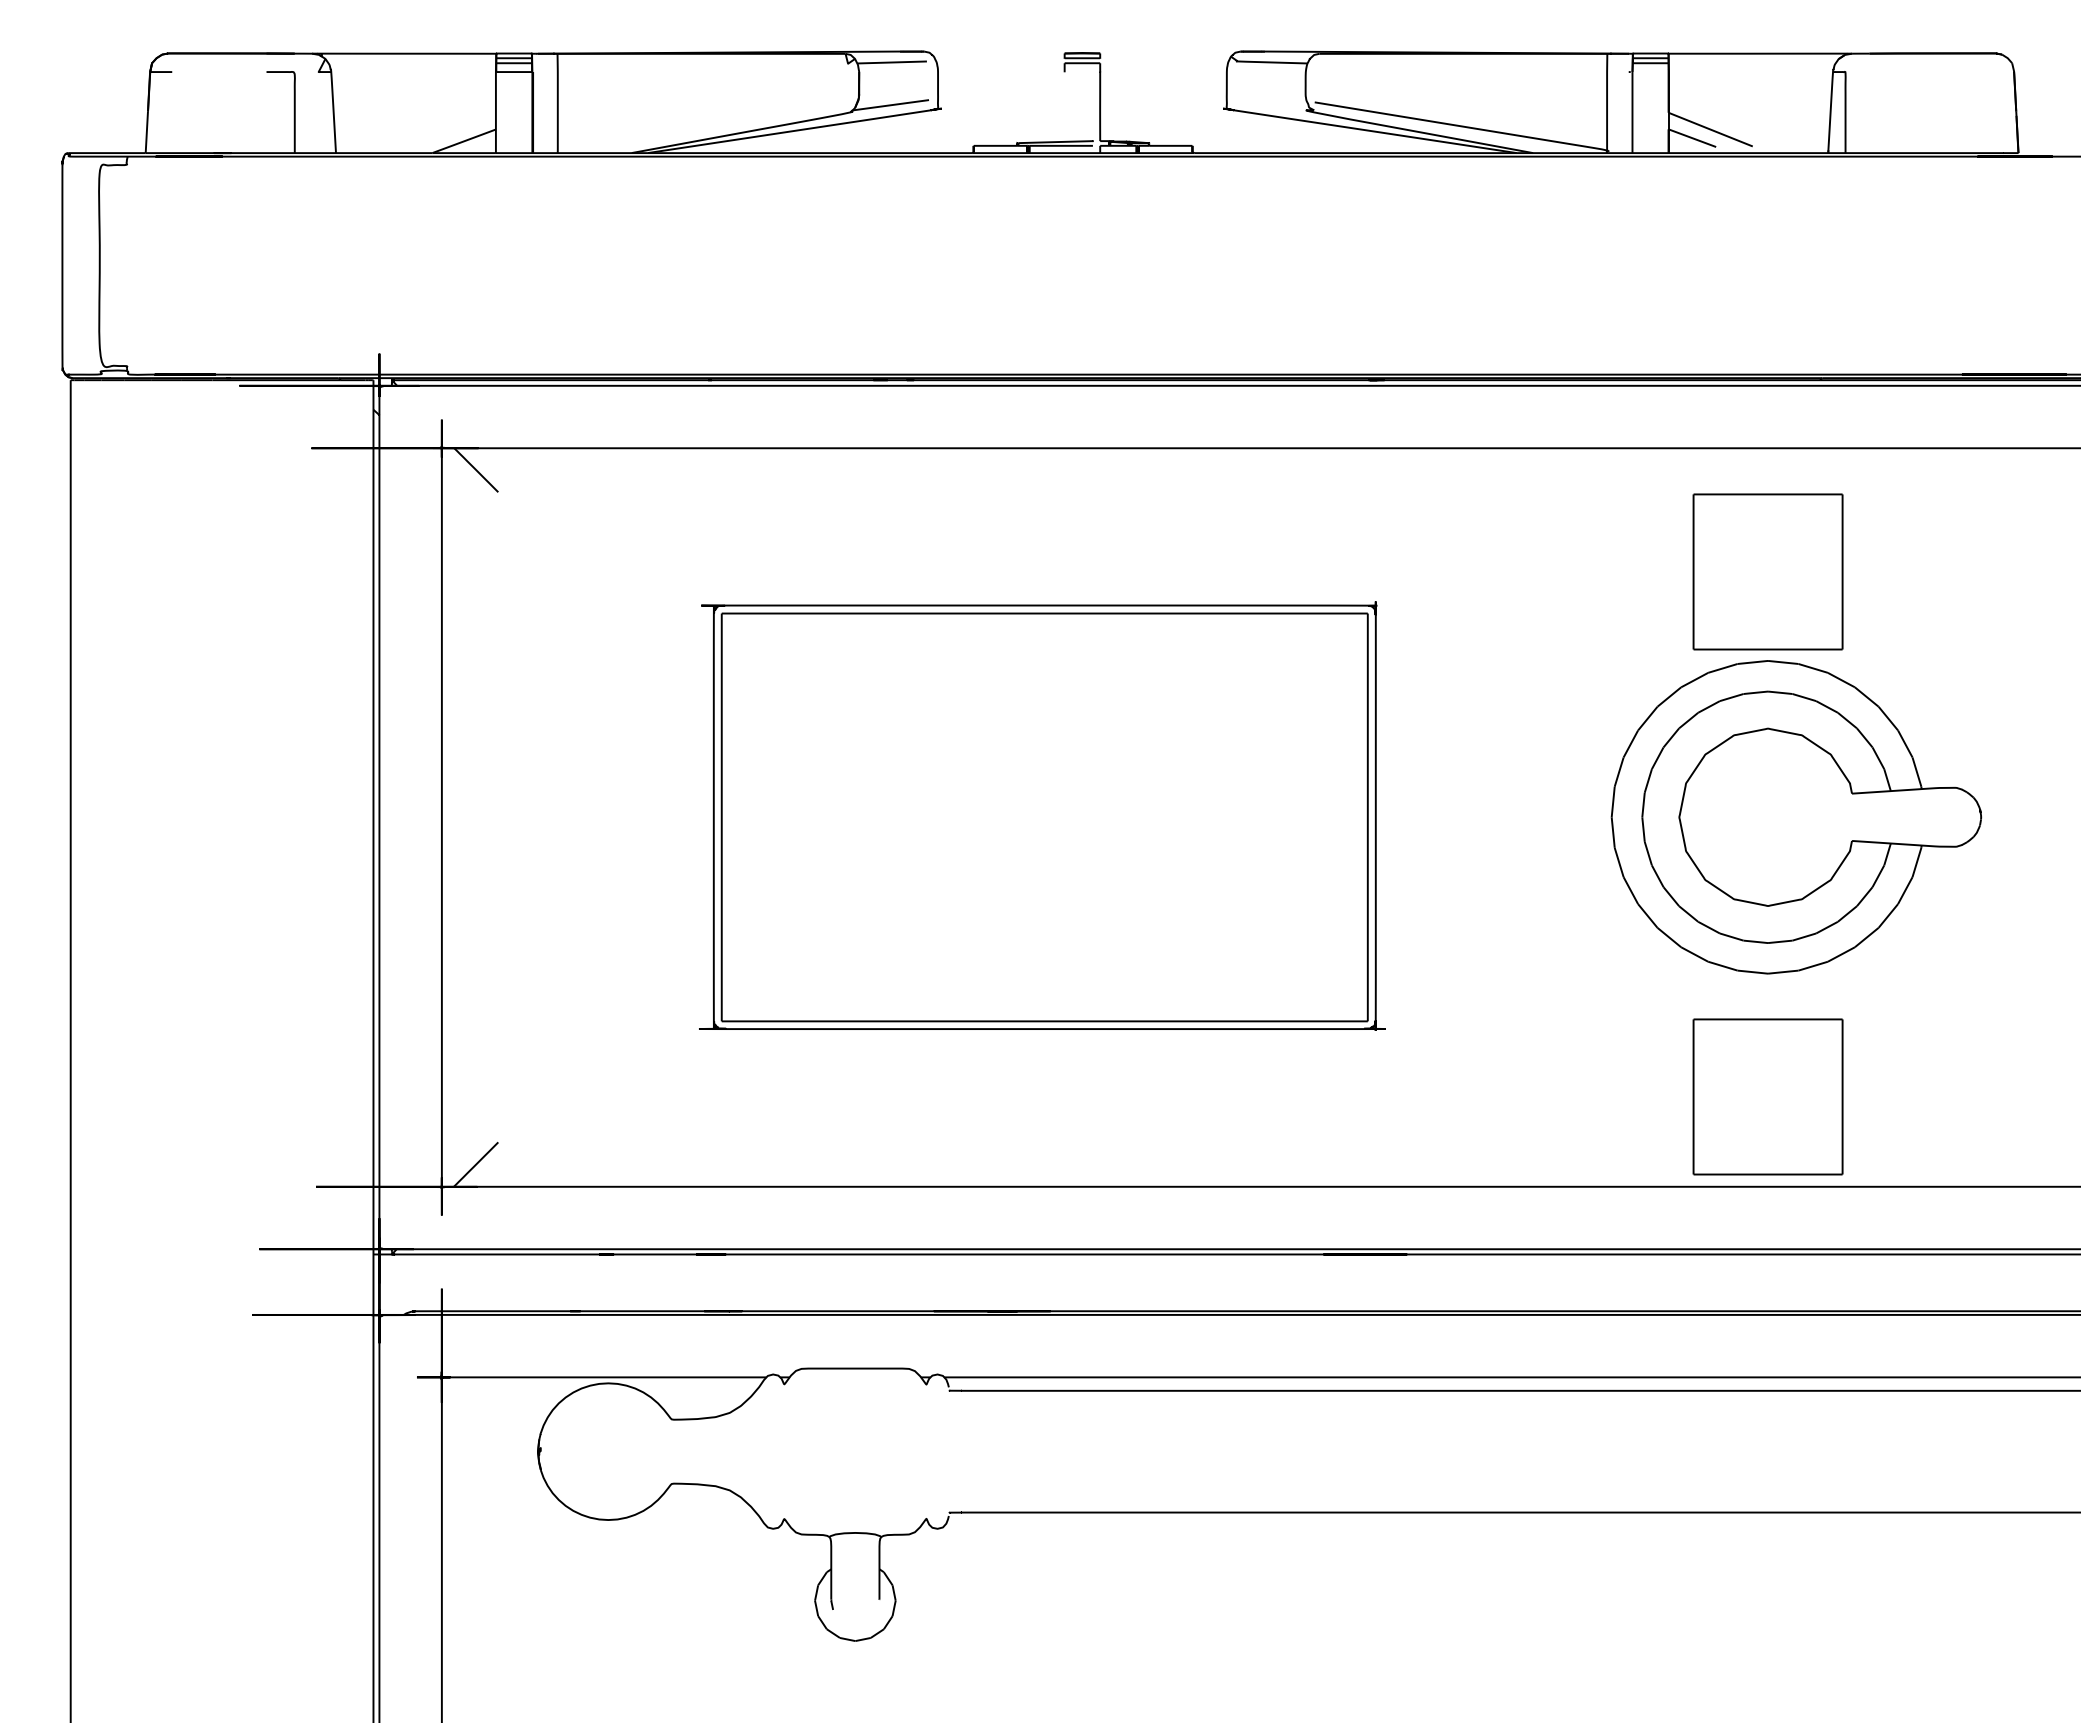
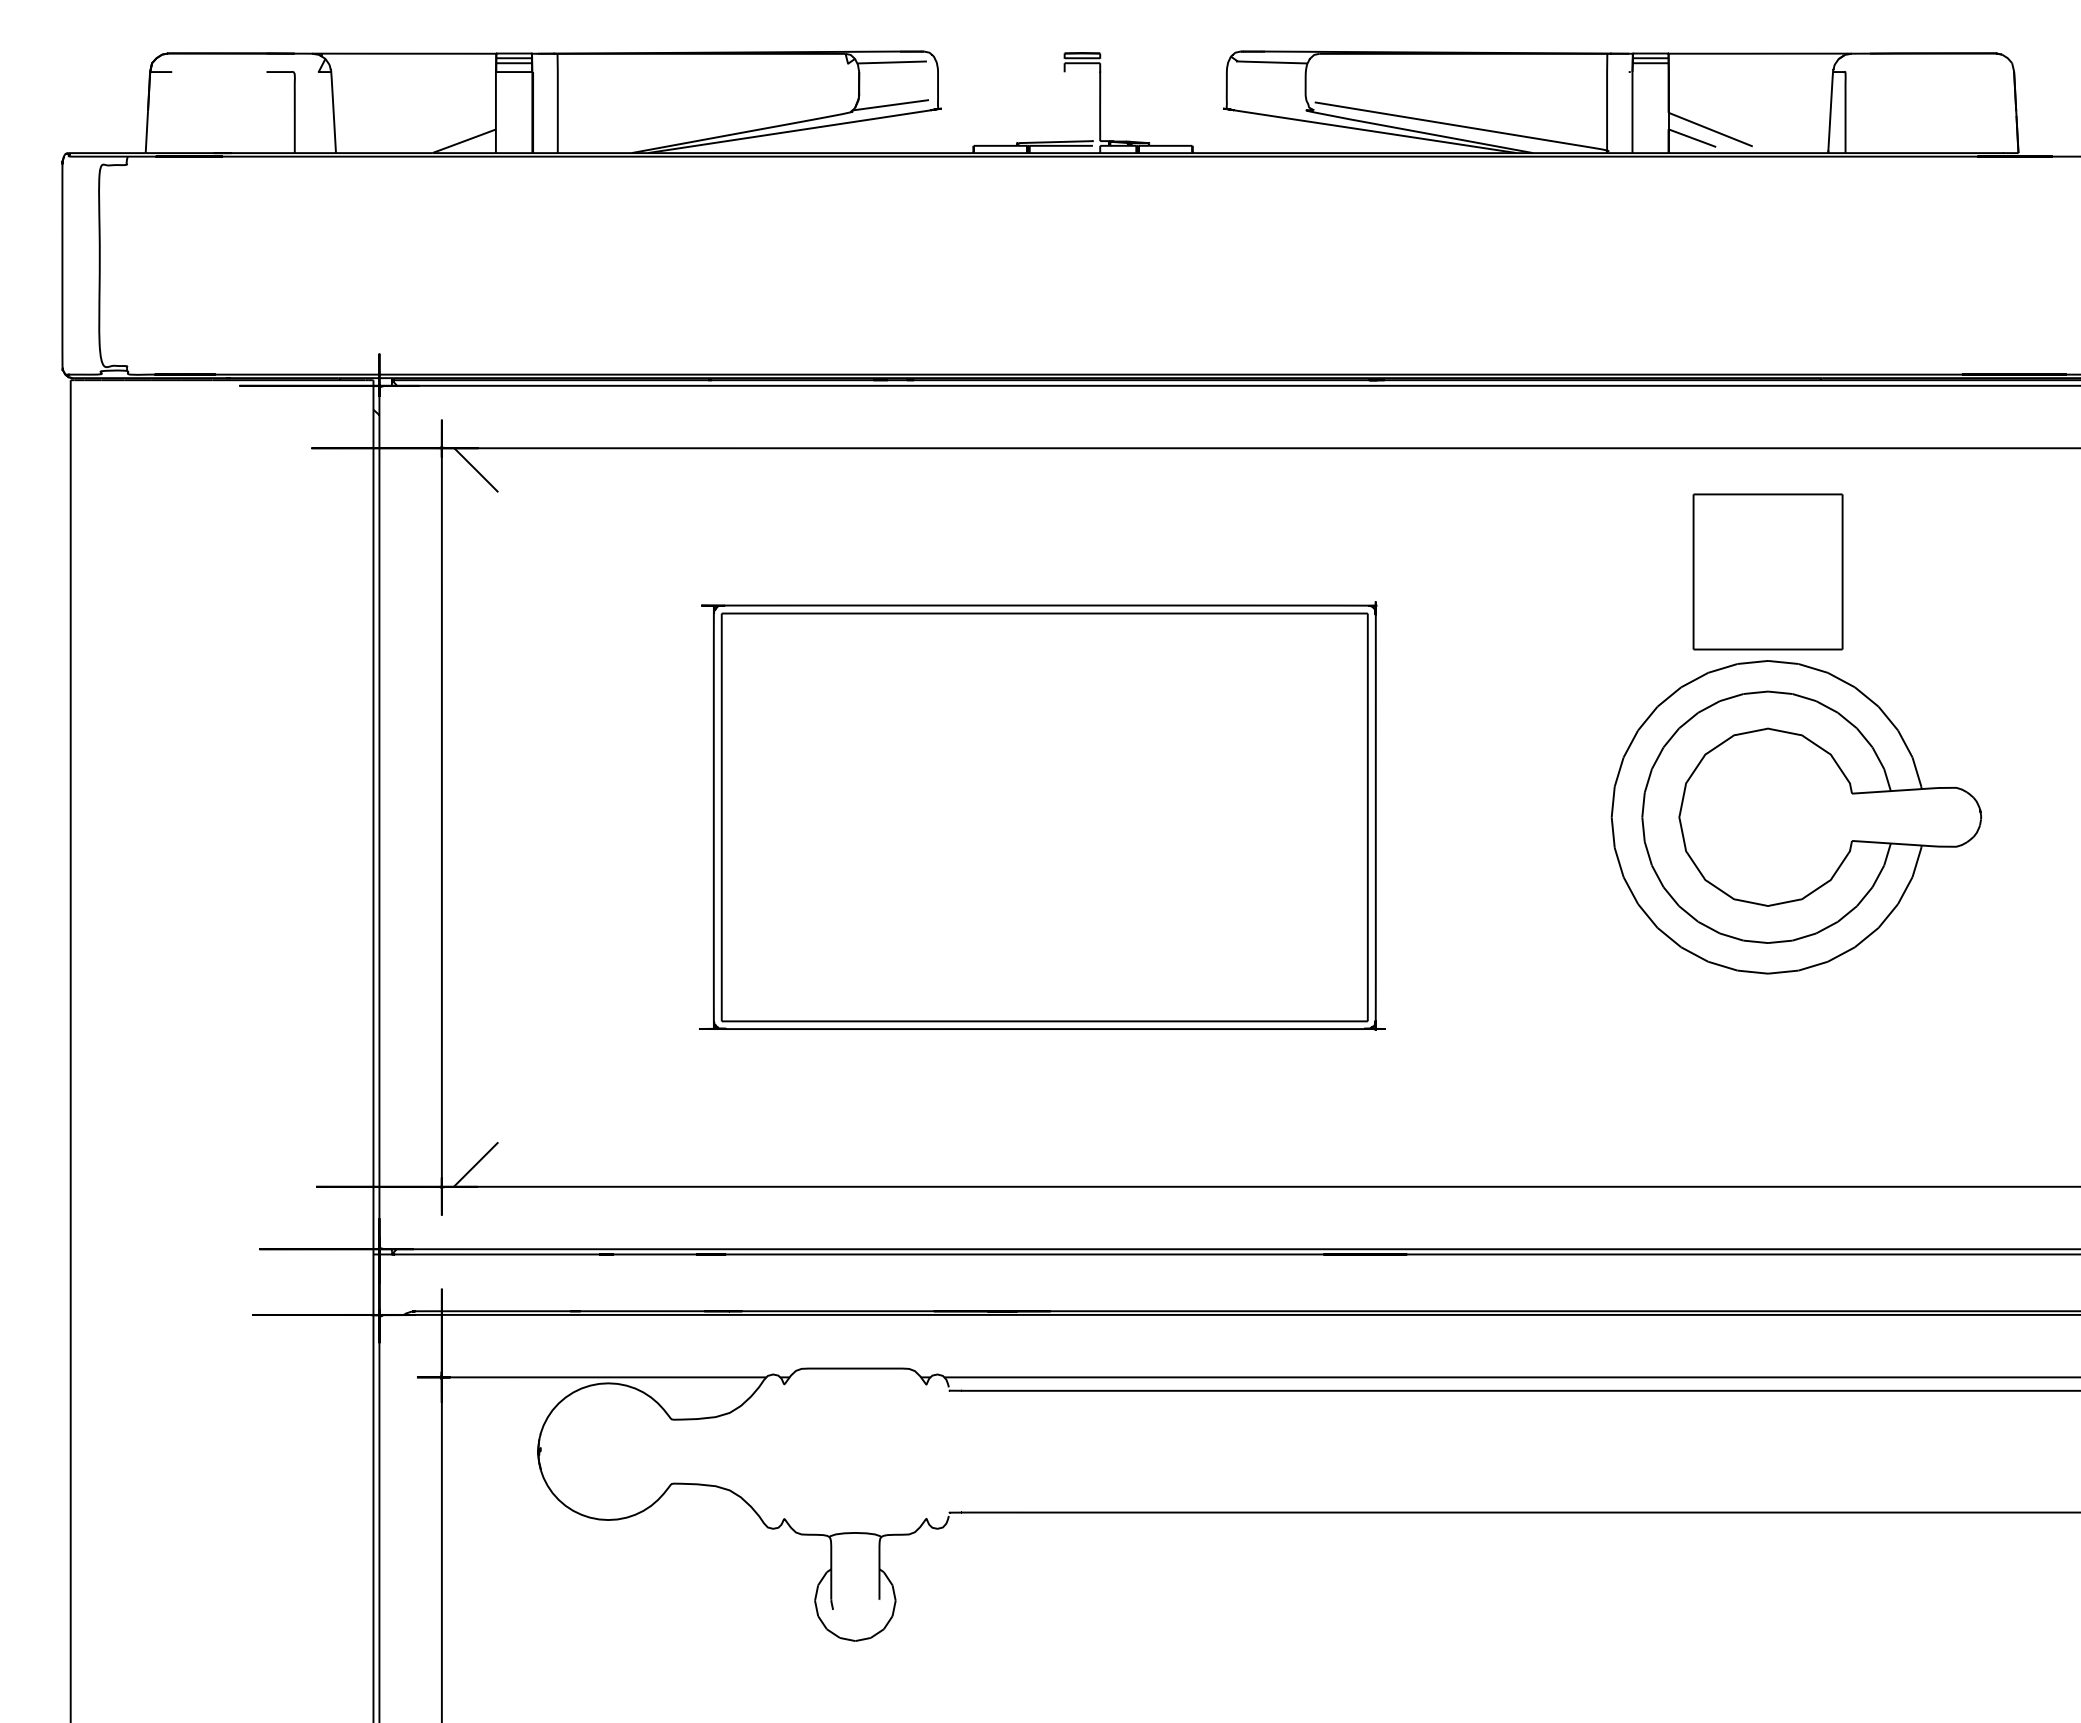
part at (1767, 1096): present -> none
